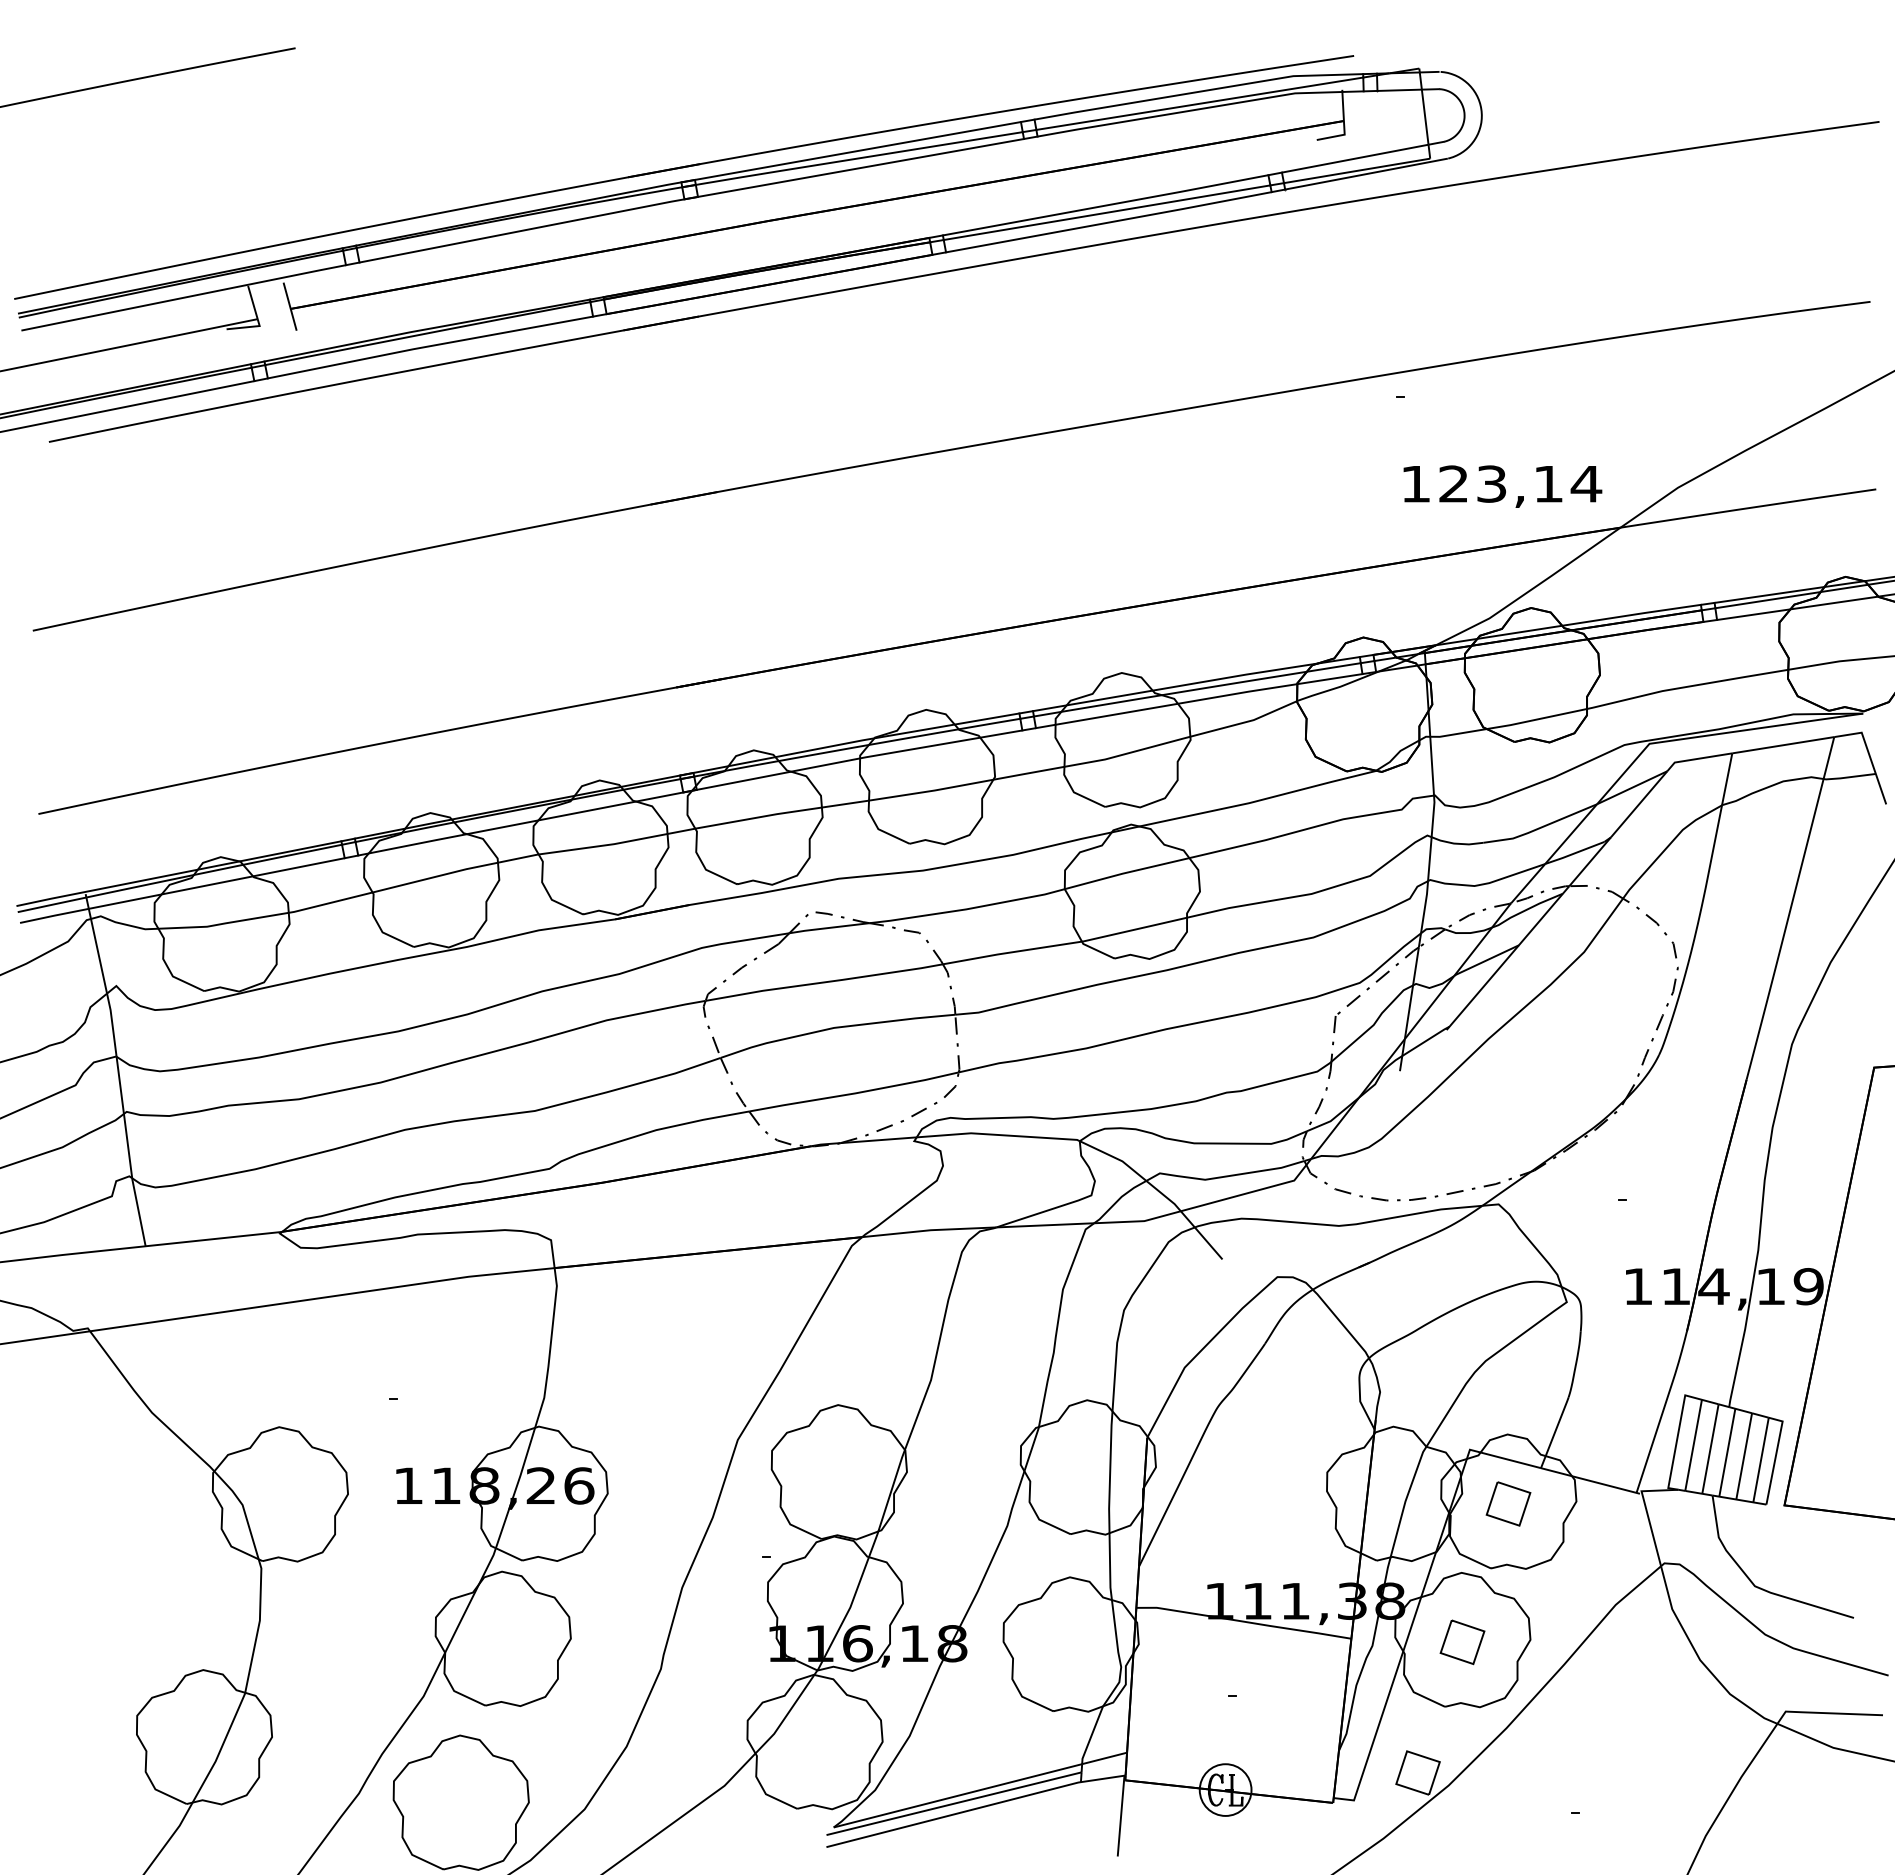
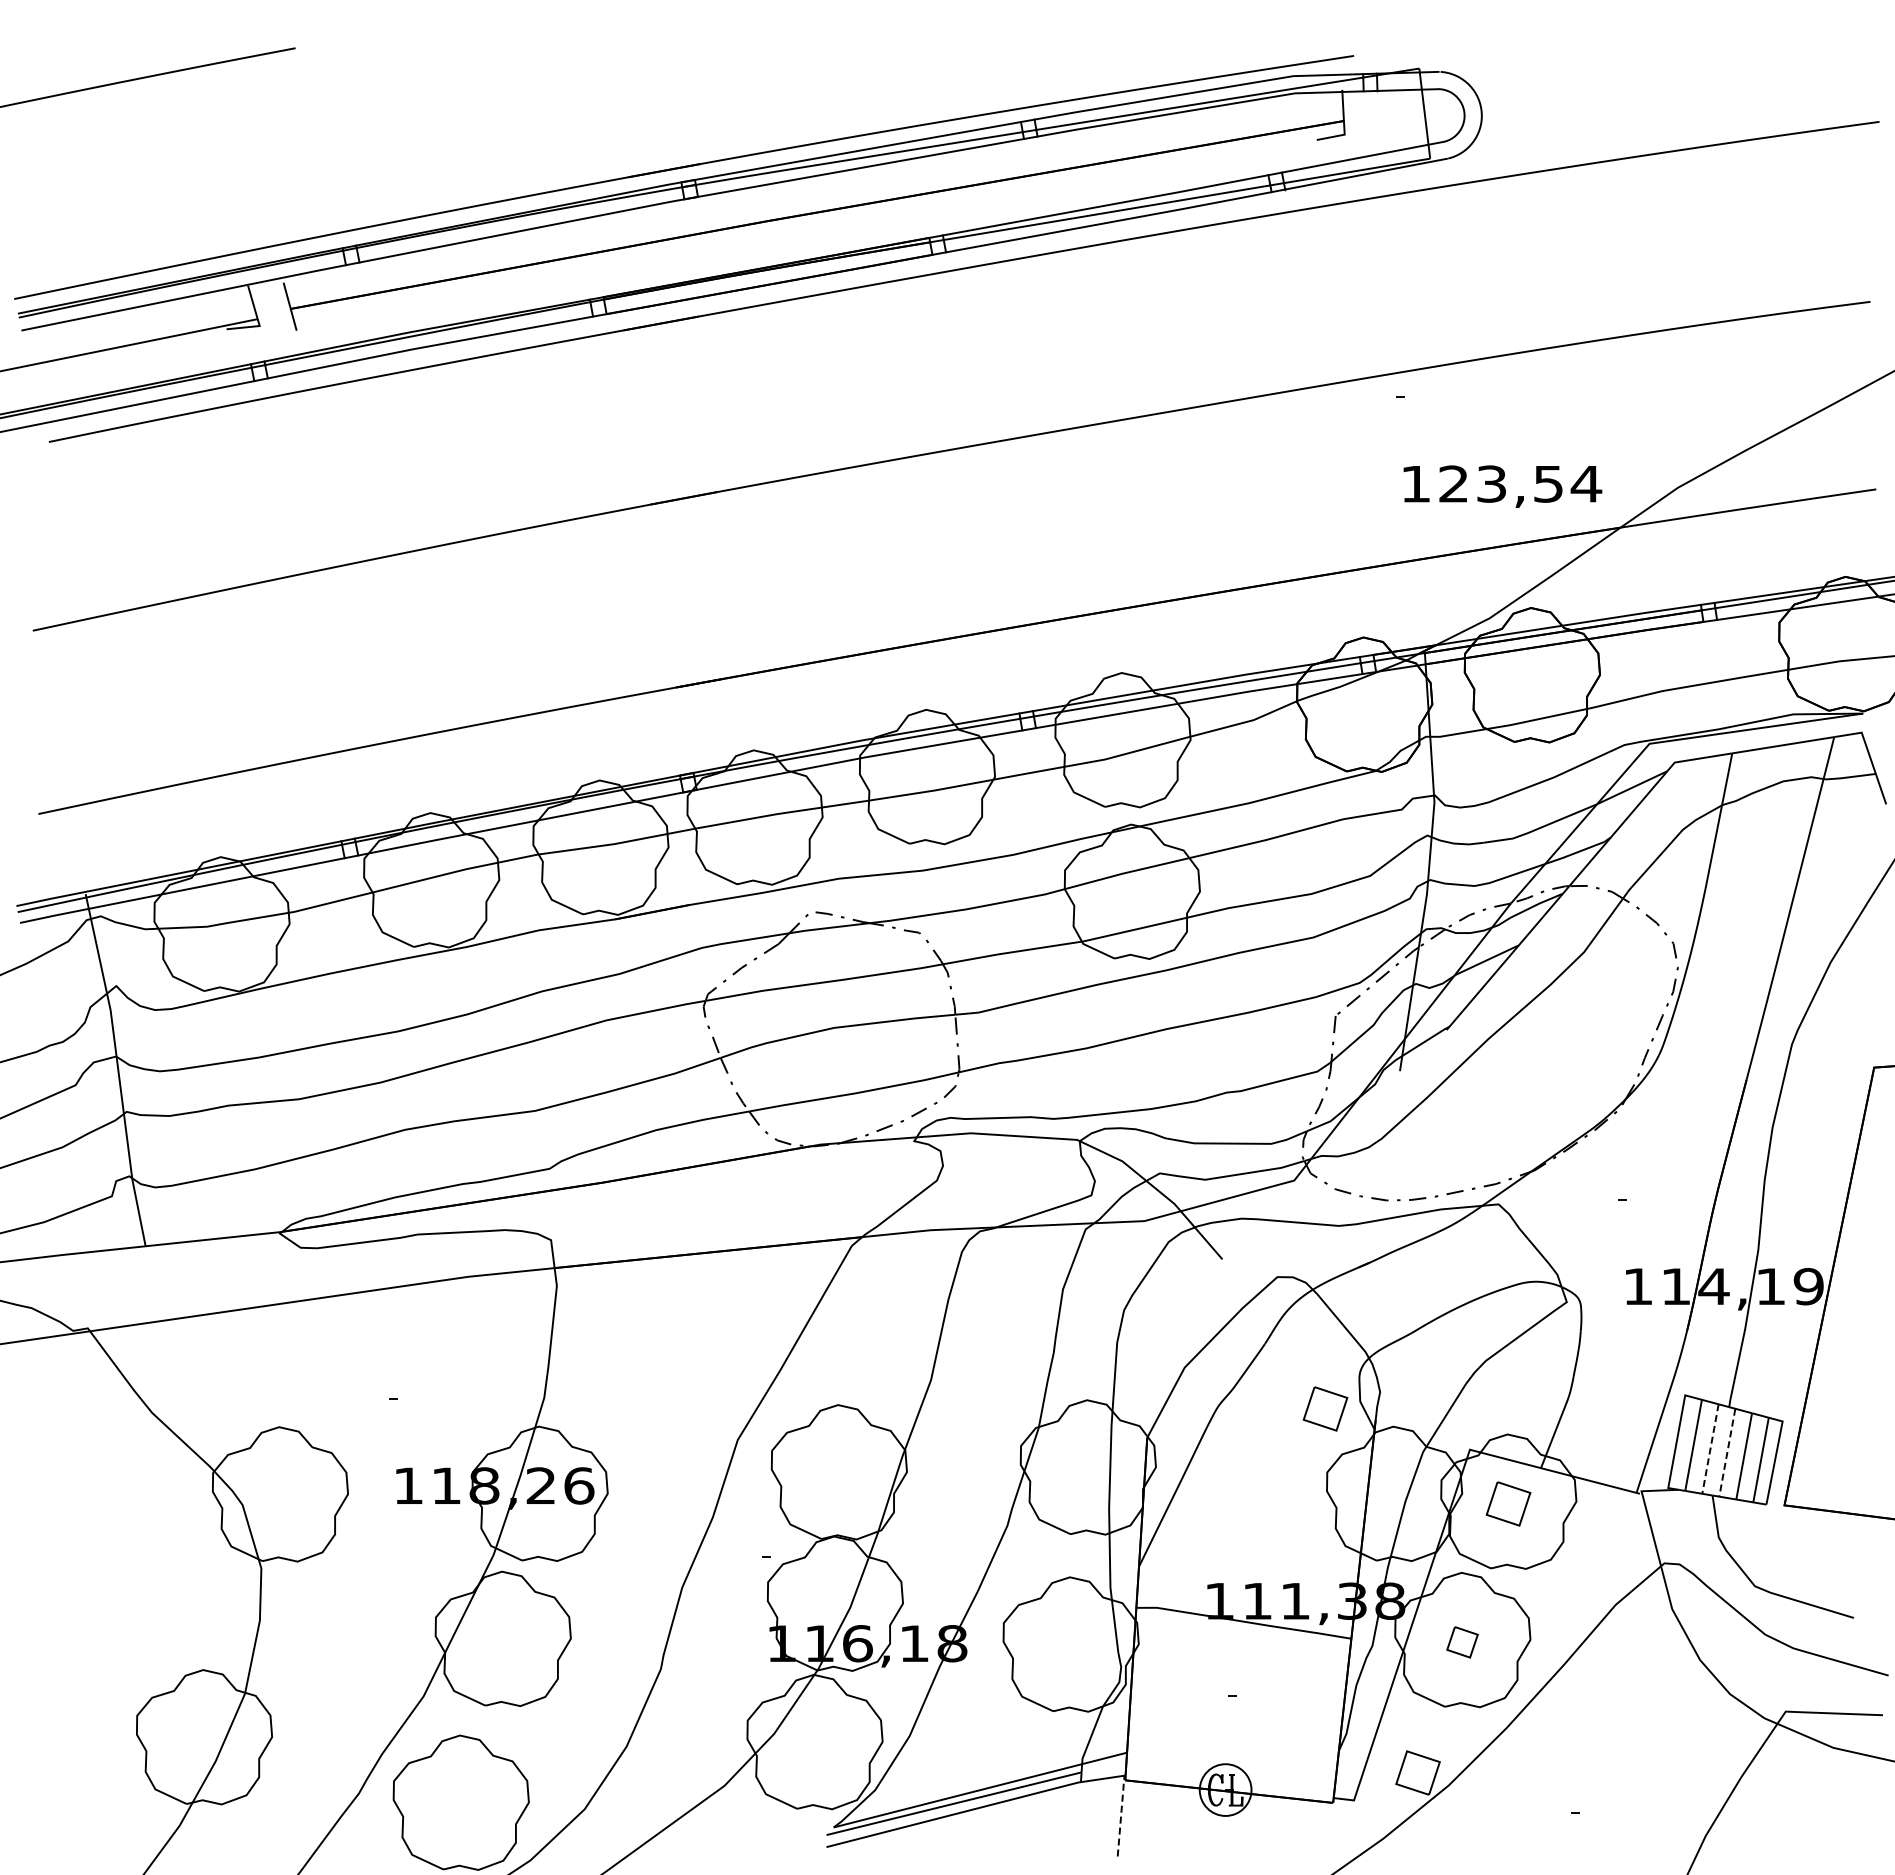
text at (1548, 484): 123,14 -> 123,54
part at (1325, 1408): none -> present
line at (1710, 1449): solid -> dashed
line at (1727, 1452): solid -> dashed
part at (1462, 1642) size: 47x47 px -> 33x33 px
line at (1121, 1816): solid -> dashed
